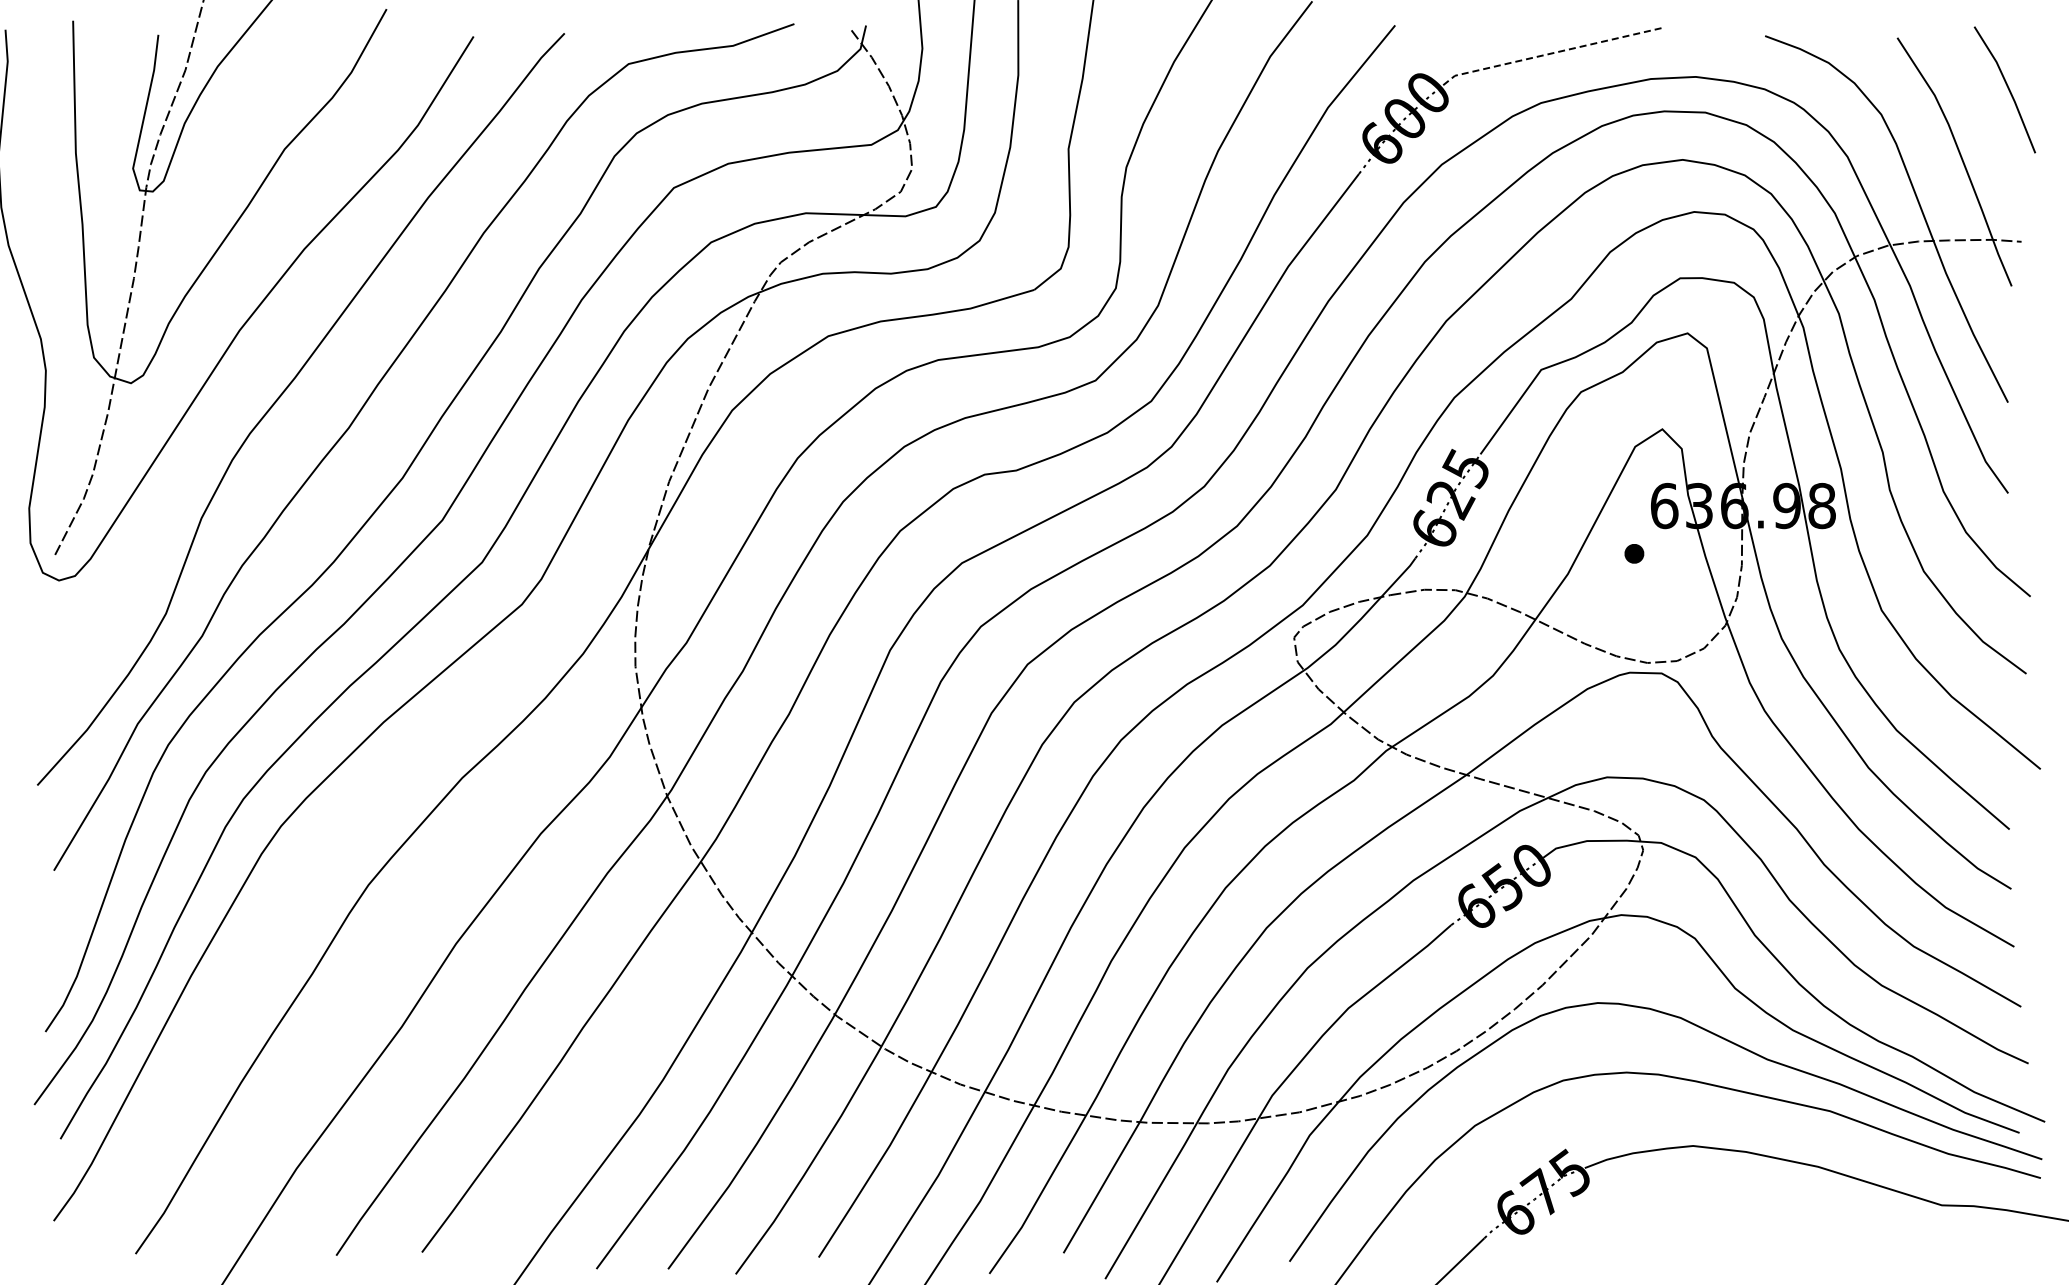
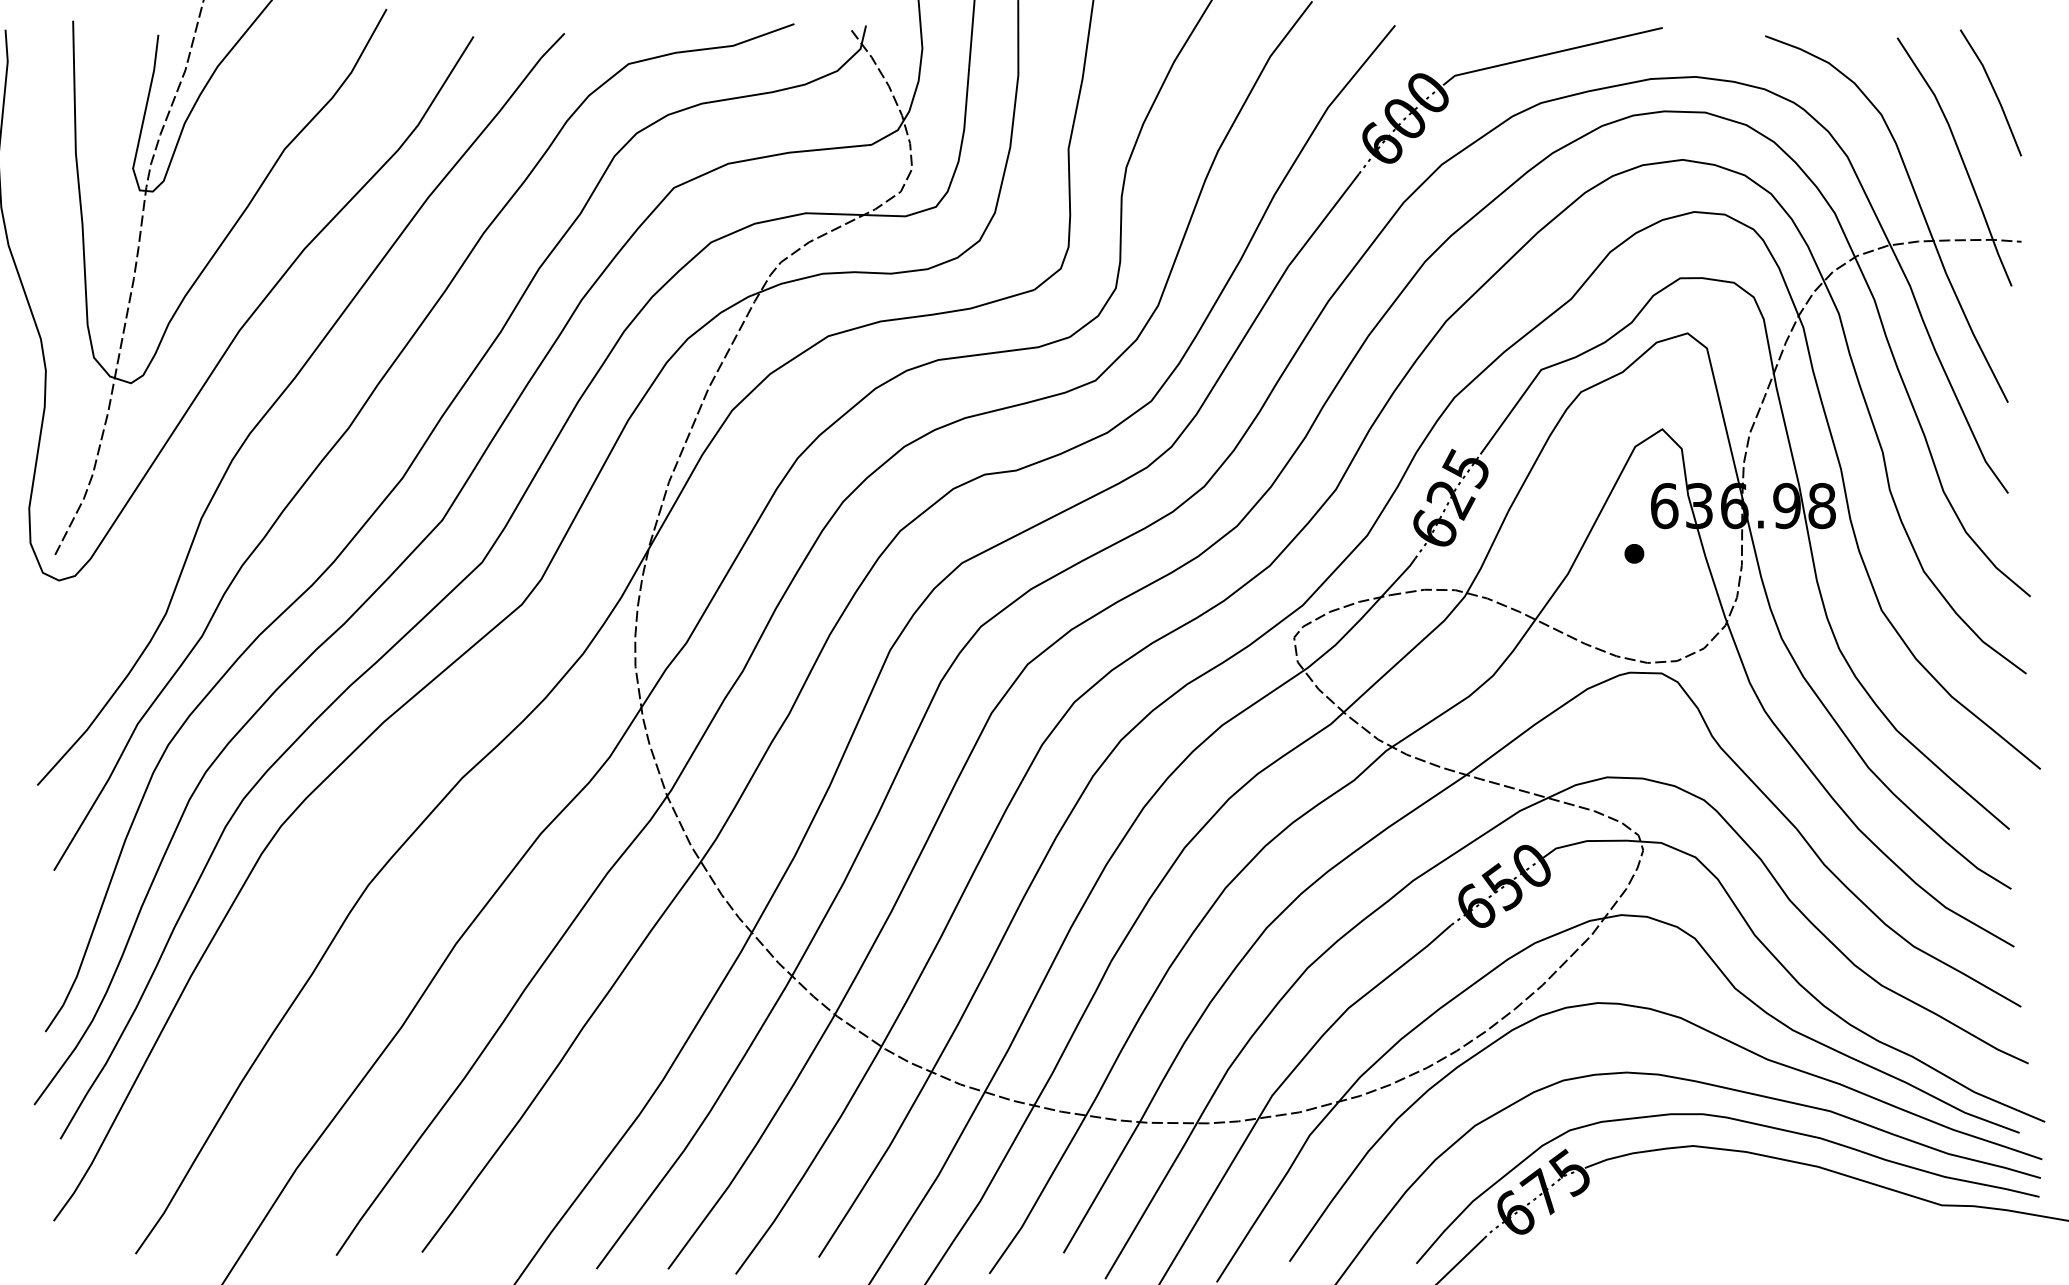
line at (1551, 53): dashed -> solid
line at (2007, 88) position: (2007, 88) -> (1993, 91)
curve at (1743, 1122): none -> present
